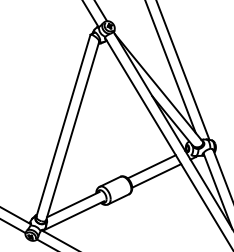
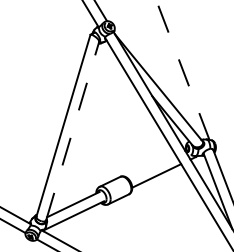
line at (170, 67): present -> none
line at (182, 69): solid -> dashed
line at (72, 130): solid -> dashed
line at (151, 166): present -> none
